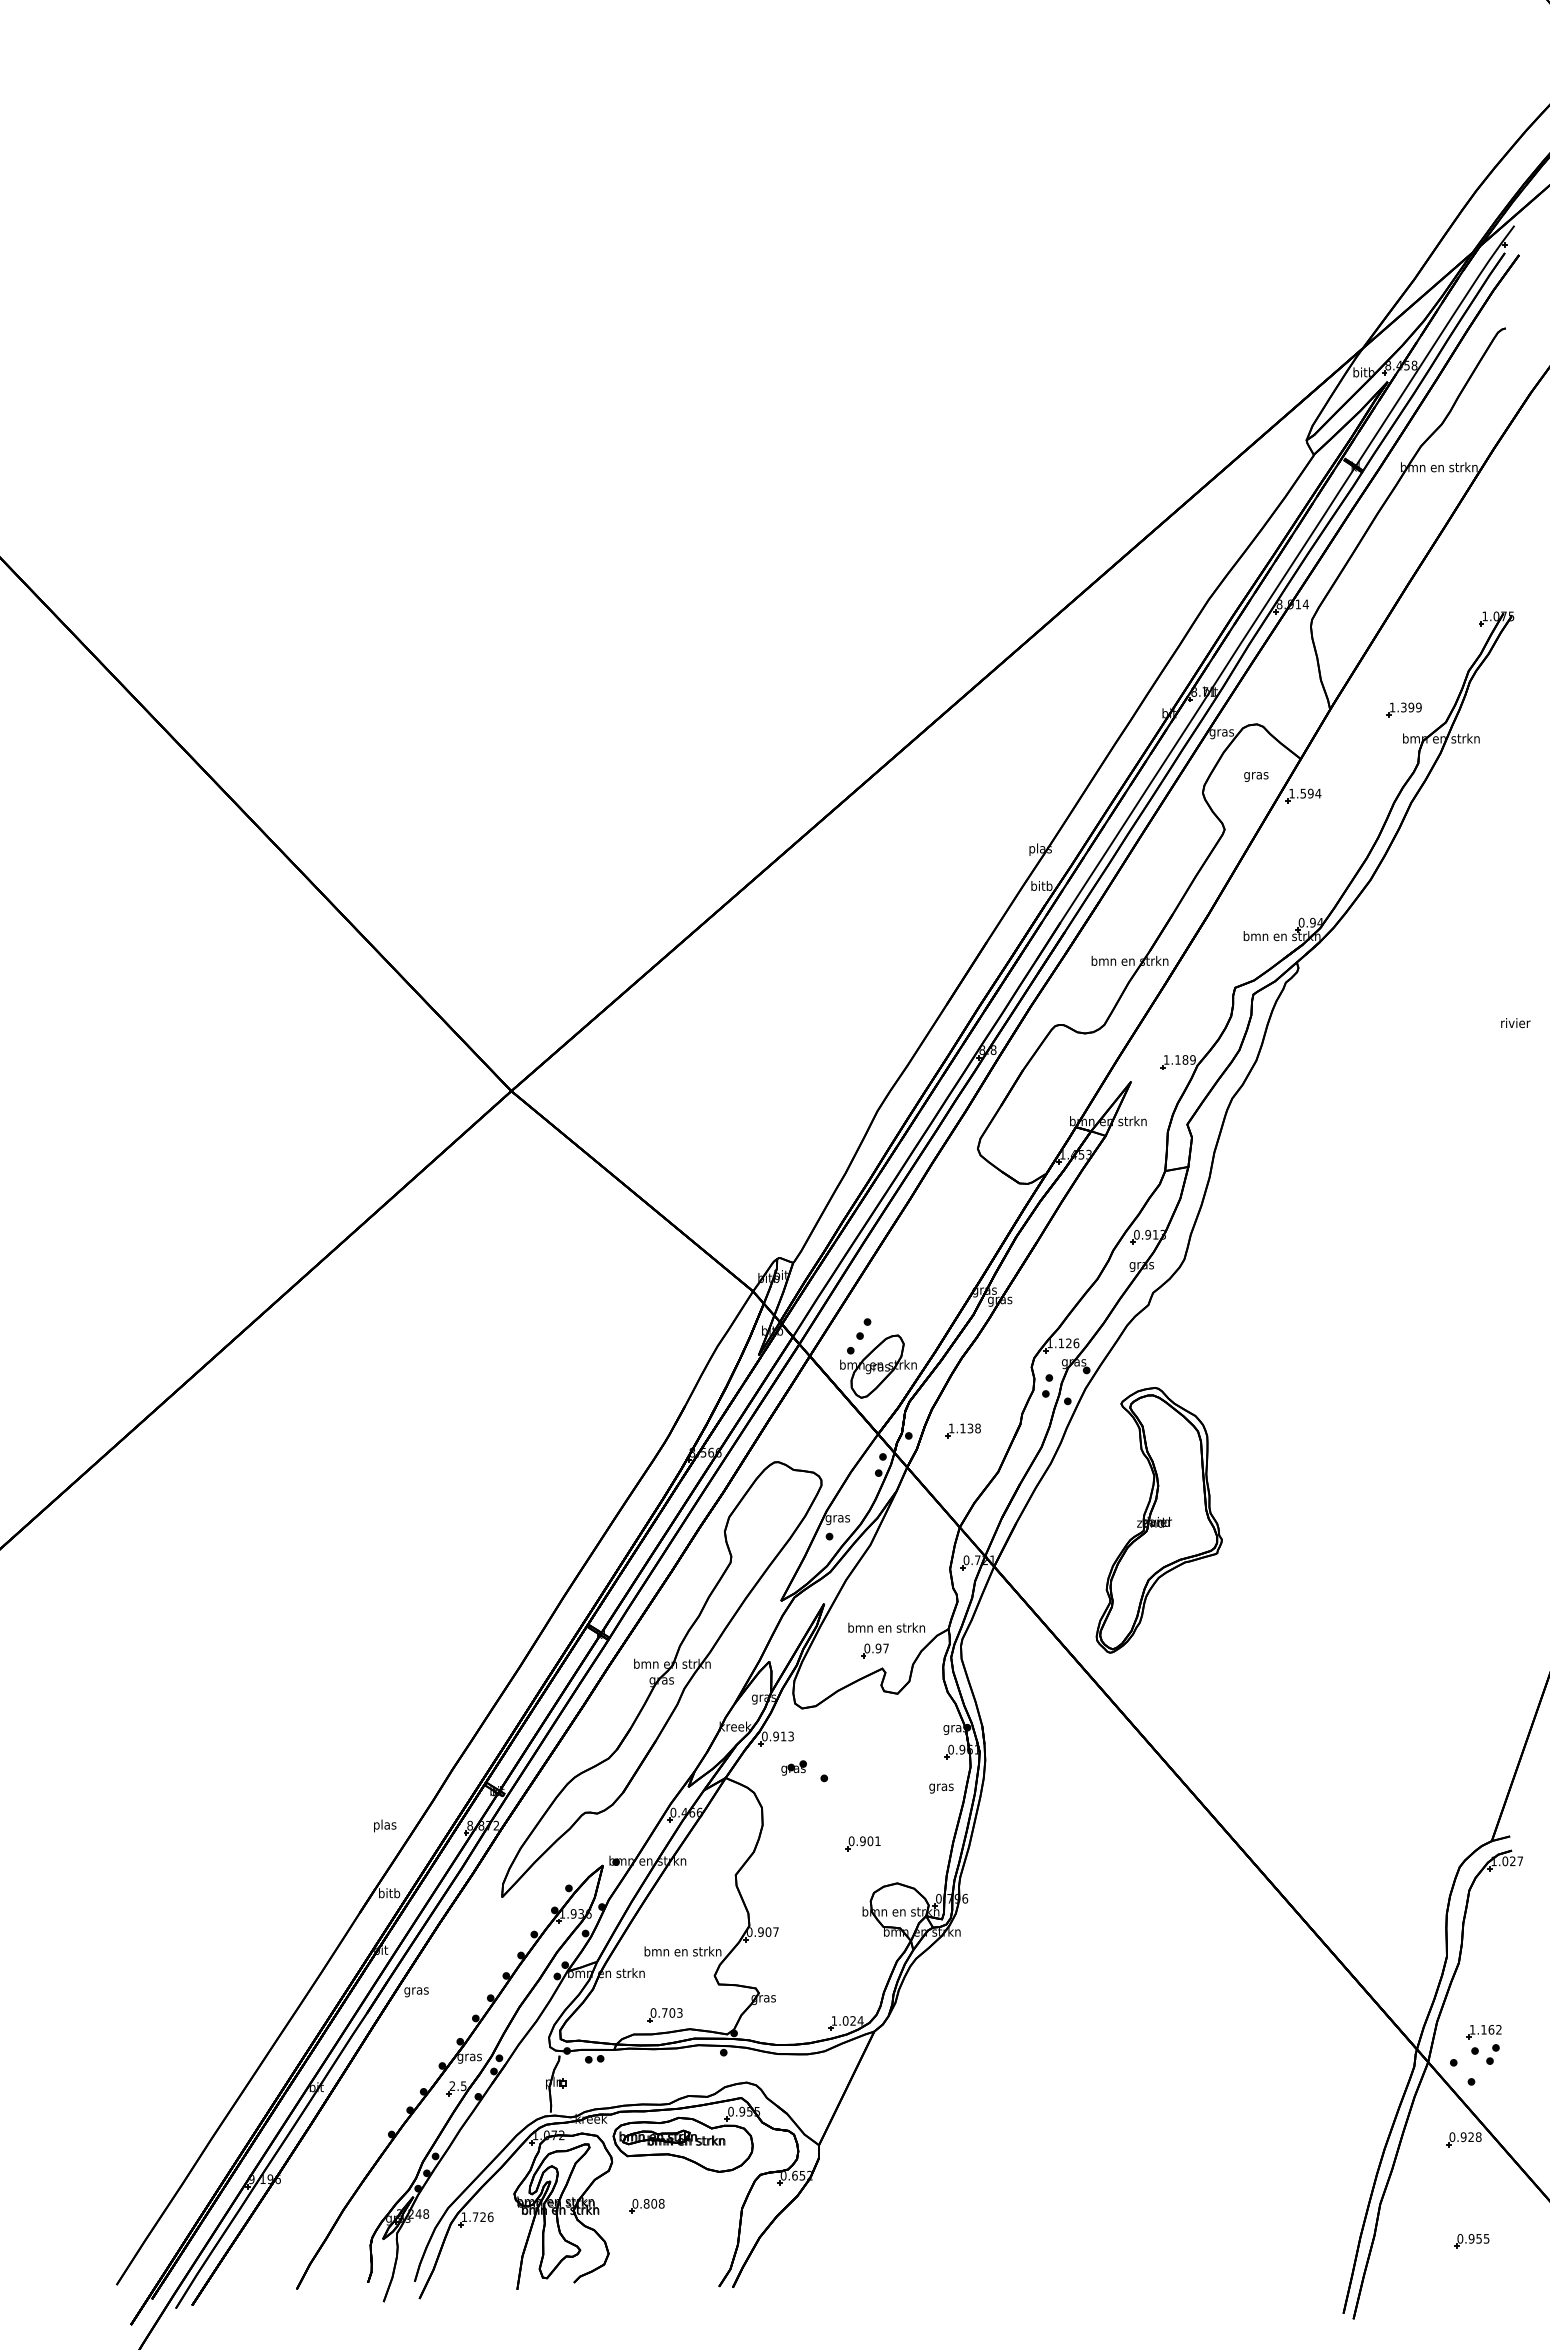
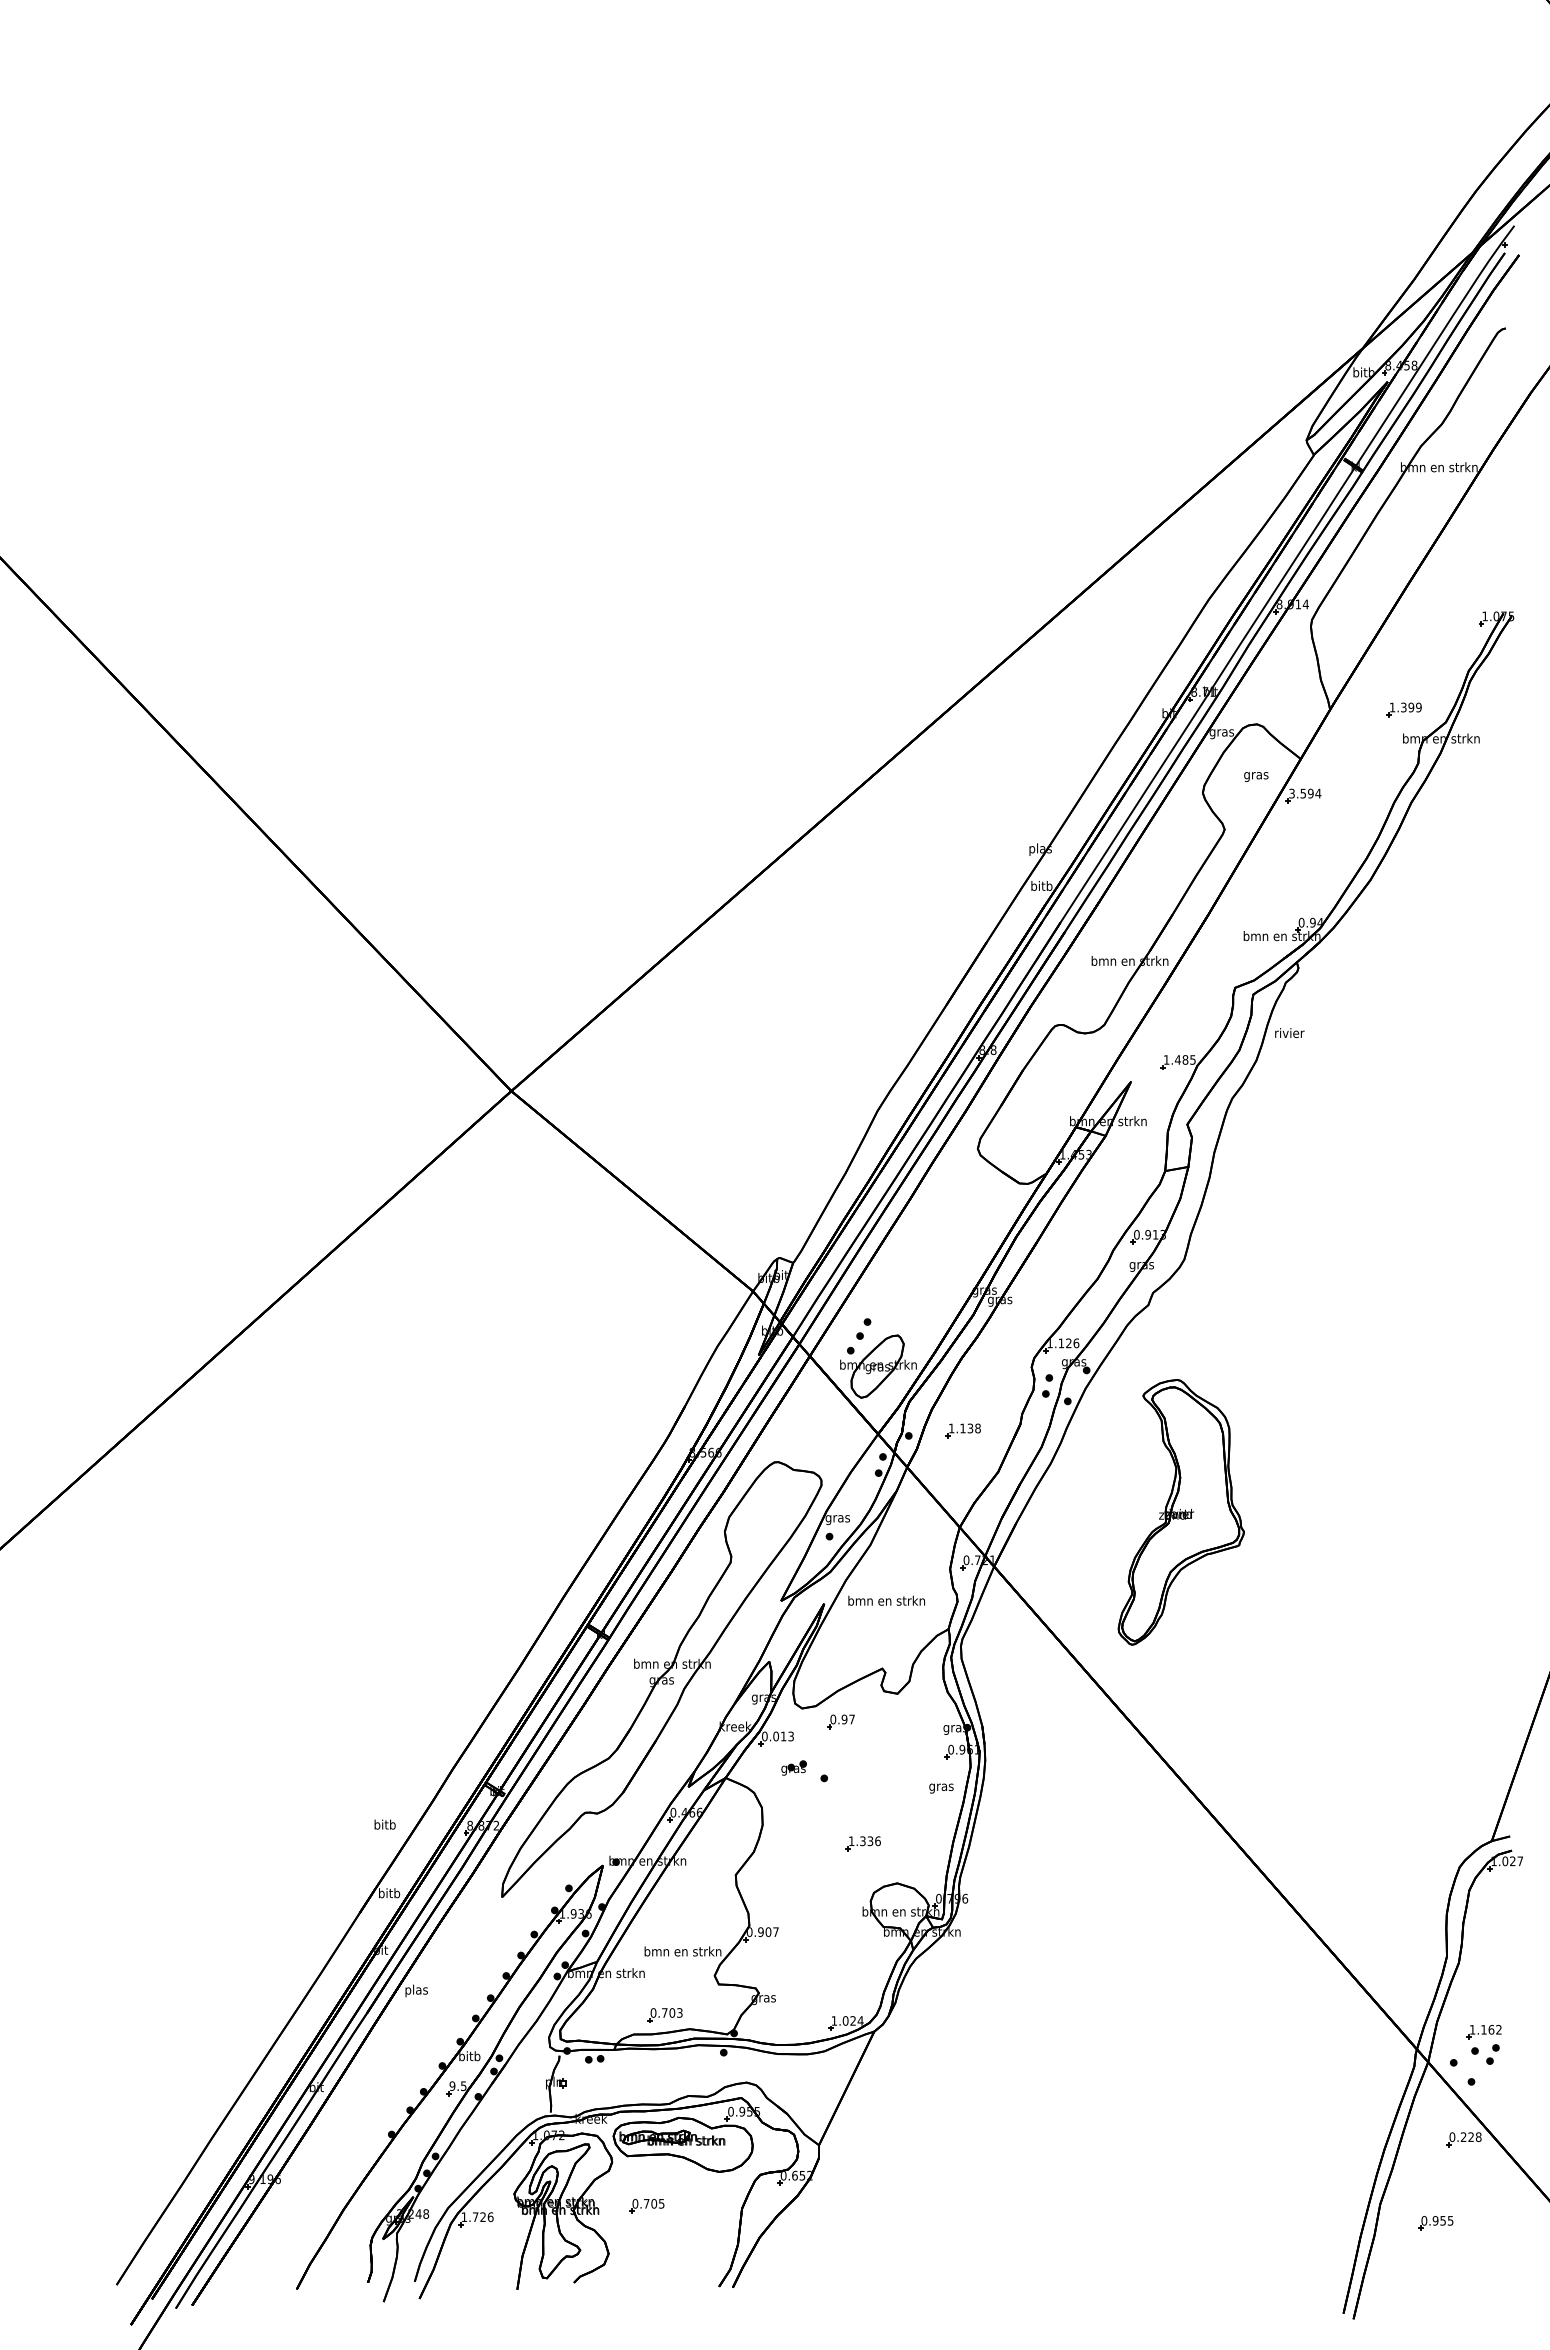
text at (1291, 793): 1.594 -> 3.594
text at (1515, 1023) position: (1515, 1023) -> (1289, 1033)
text at (1184, 1059): 1.189 -> 1.485
part at (1158, 1520) position: (1158, 1520) -> (1180, 1512)
text at (886, 1627) position: (886, 1627) -> (886, 1600)
part at (874, 1650) position: (874, 1650) -> (840, 1721)
text at (775, 1736): 0.913 -> 0.013
text at (385, 1825): plas -> bitb
text at (864, 1841): 0.901 -> 1.336
text at (416, 1990): gras -> plas
text at (469, 2057): gras -> bitb
text at (452, 2086): 2.5 -> 9.5
text at (1463, 2137): 0.928 -> 0.228
text at (653, 2203): 0.808 -> 0.705
part at (1471, 2241) position: (1471, 2241) -> (1435, 2223)
